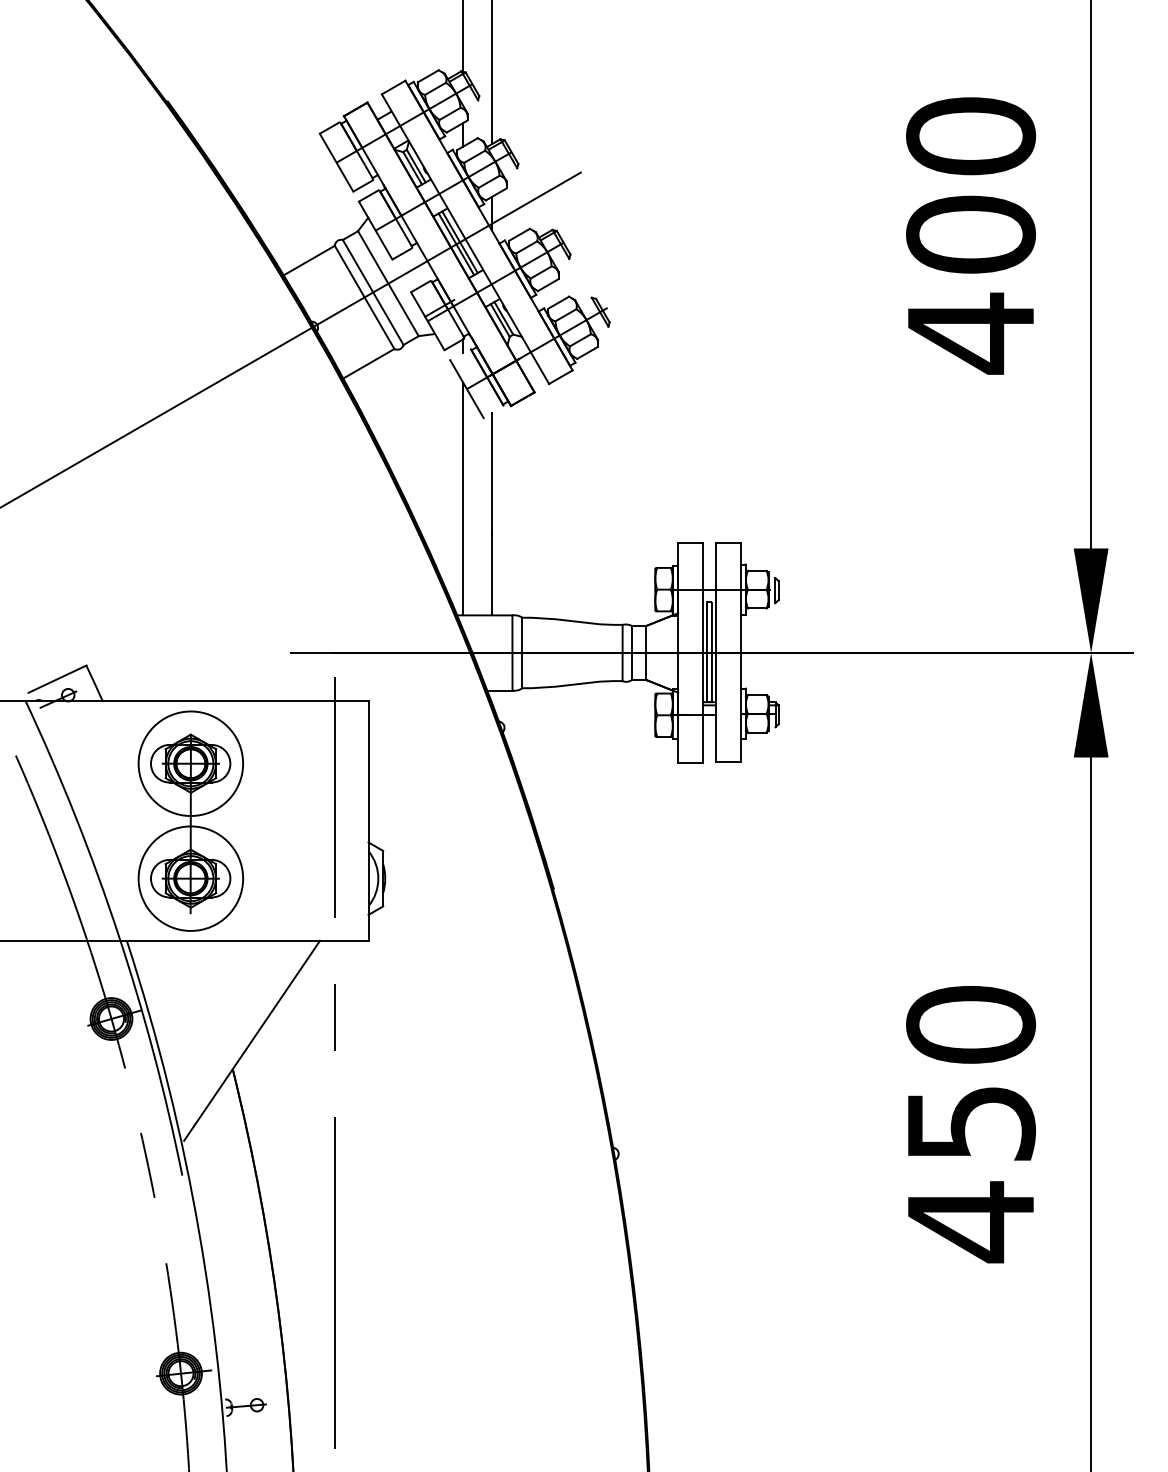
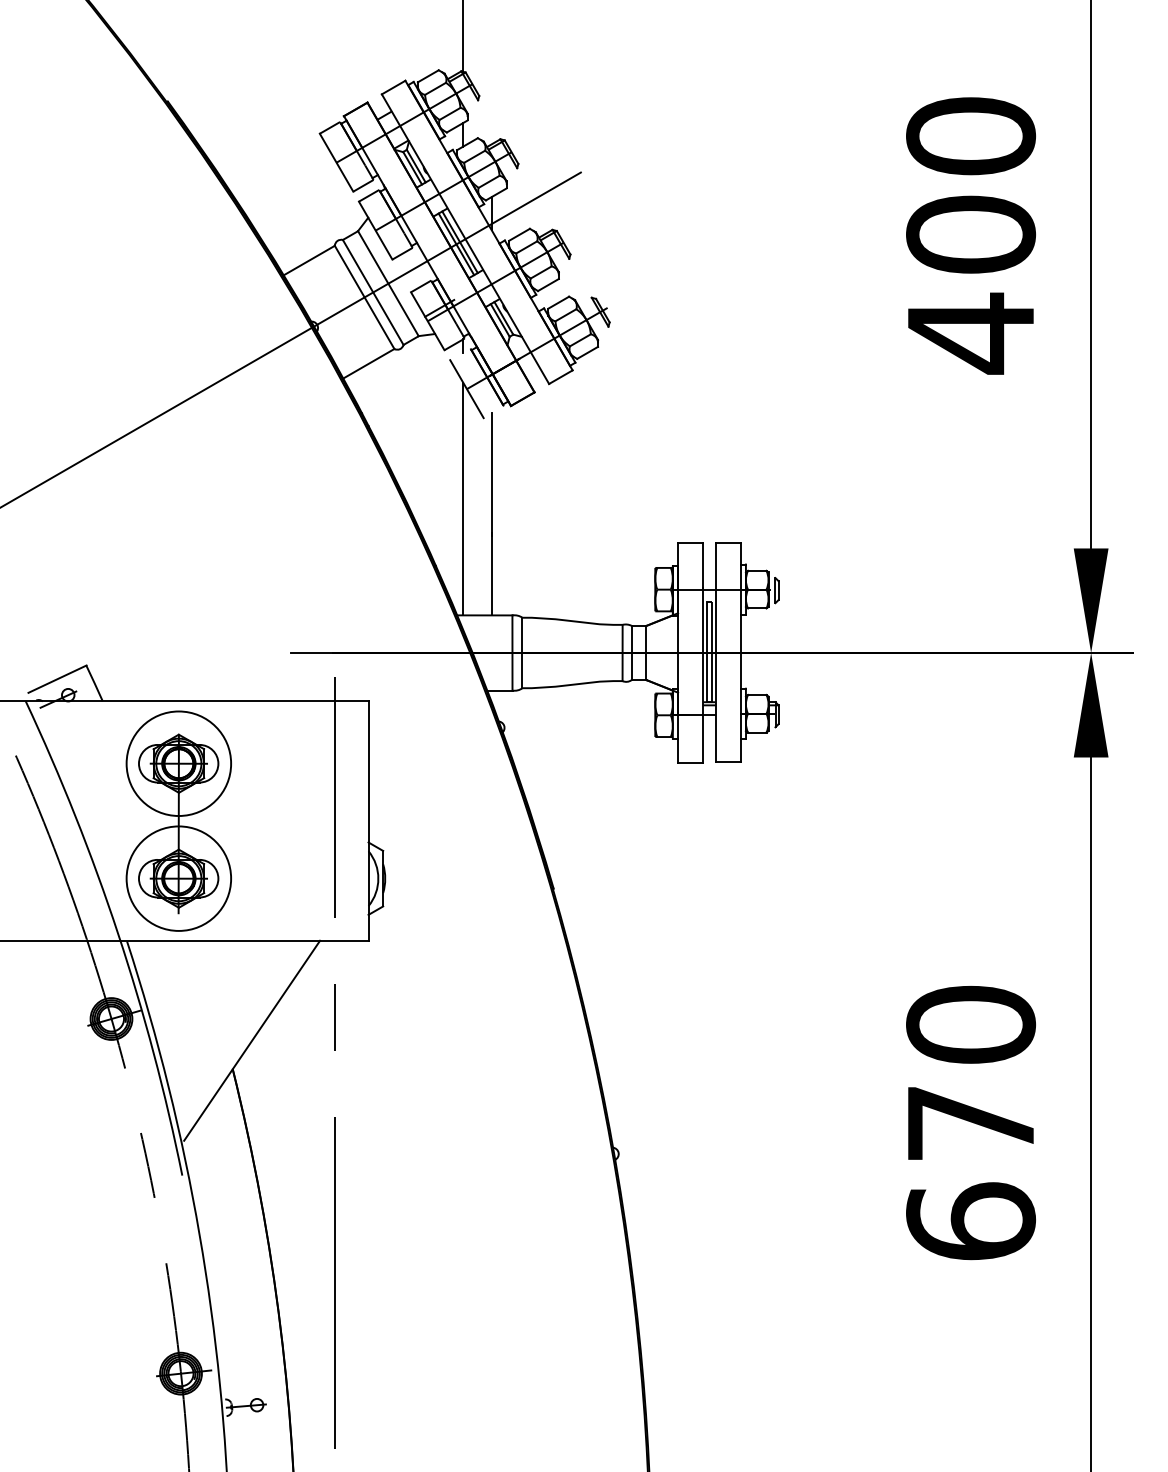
line at (491, 73): present -> none
part at (190, 820) position: (190, 820) -> (178, 820)
text at (971, 1175): 450 -> 670
